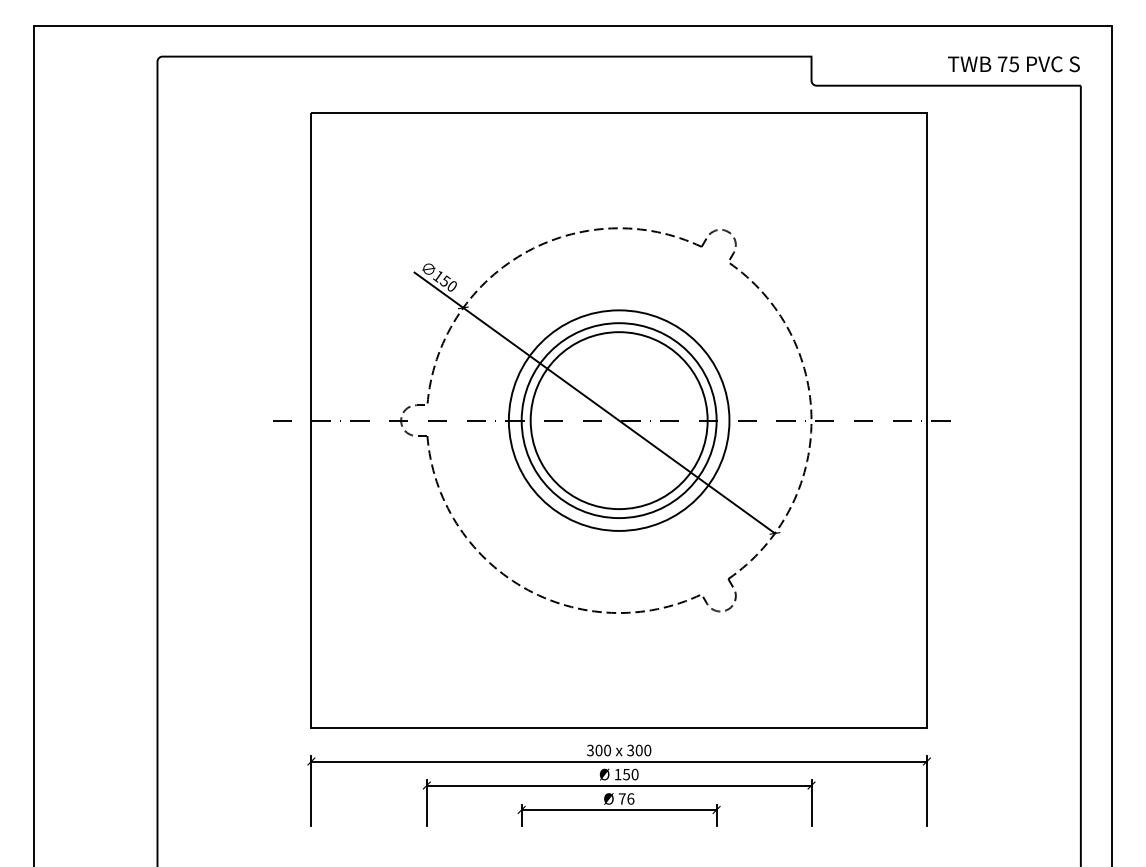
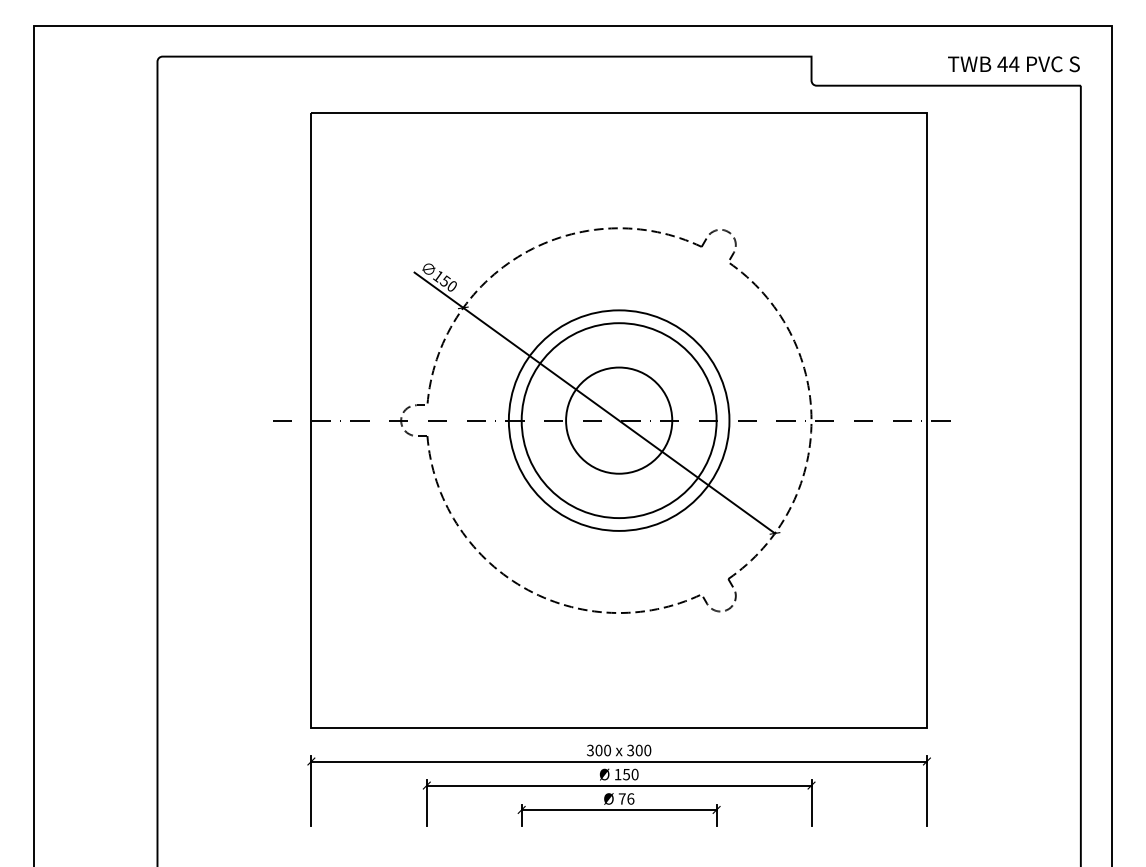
text at (1008, 64): 75 -> 44
circle at (618, 420) diameter: 177 px -> 106 px
